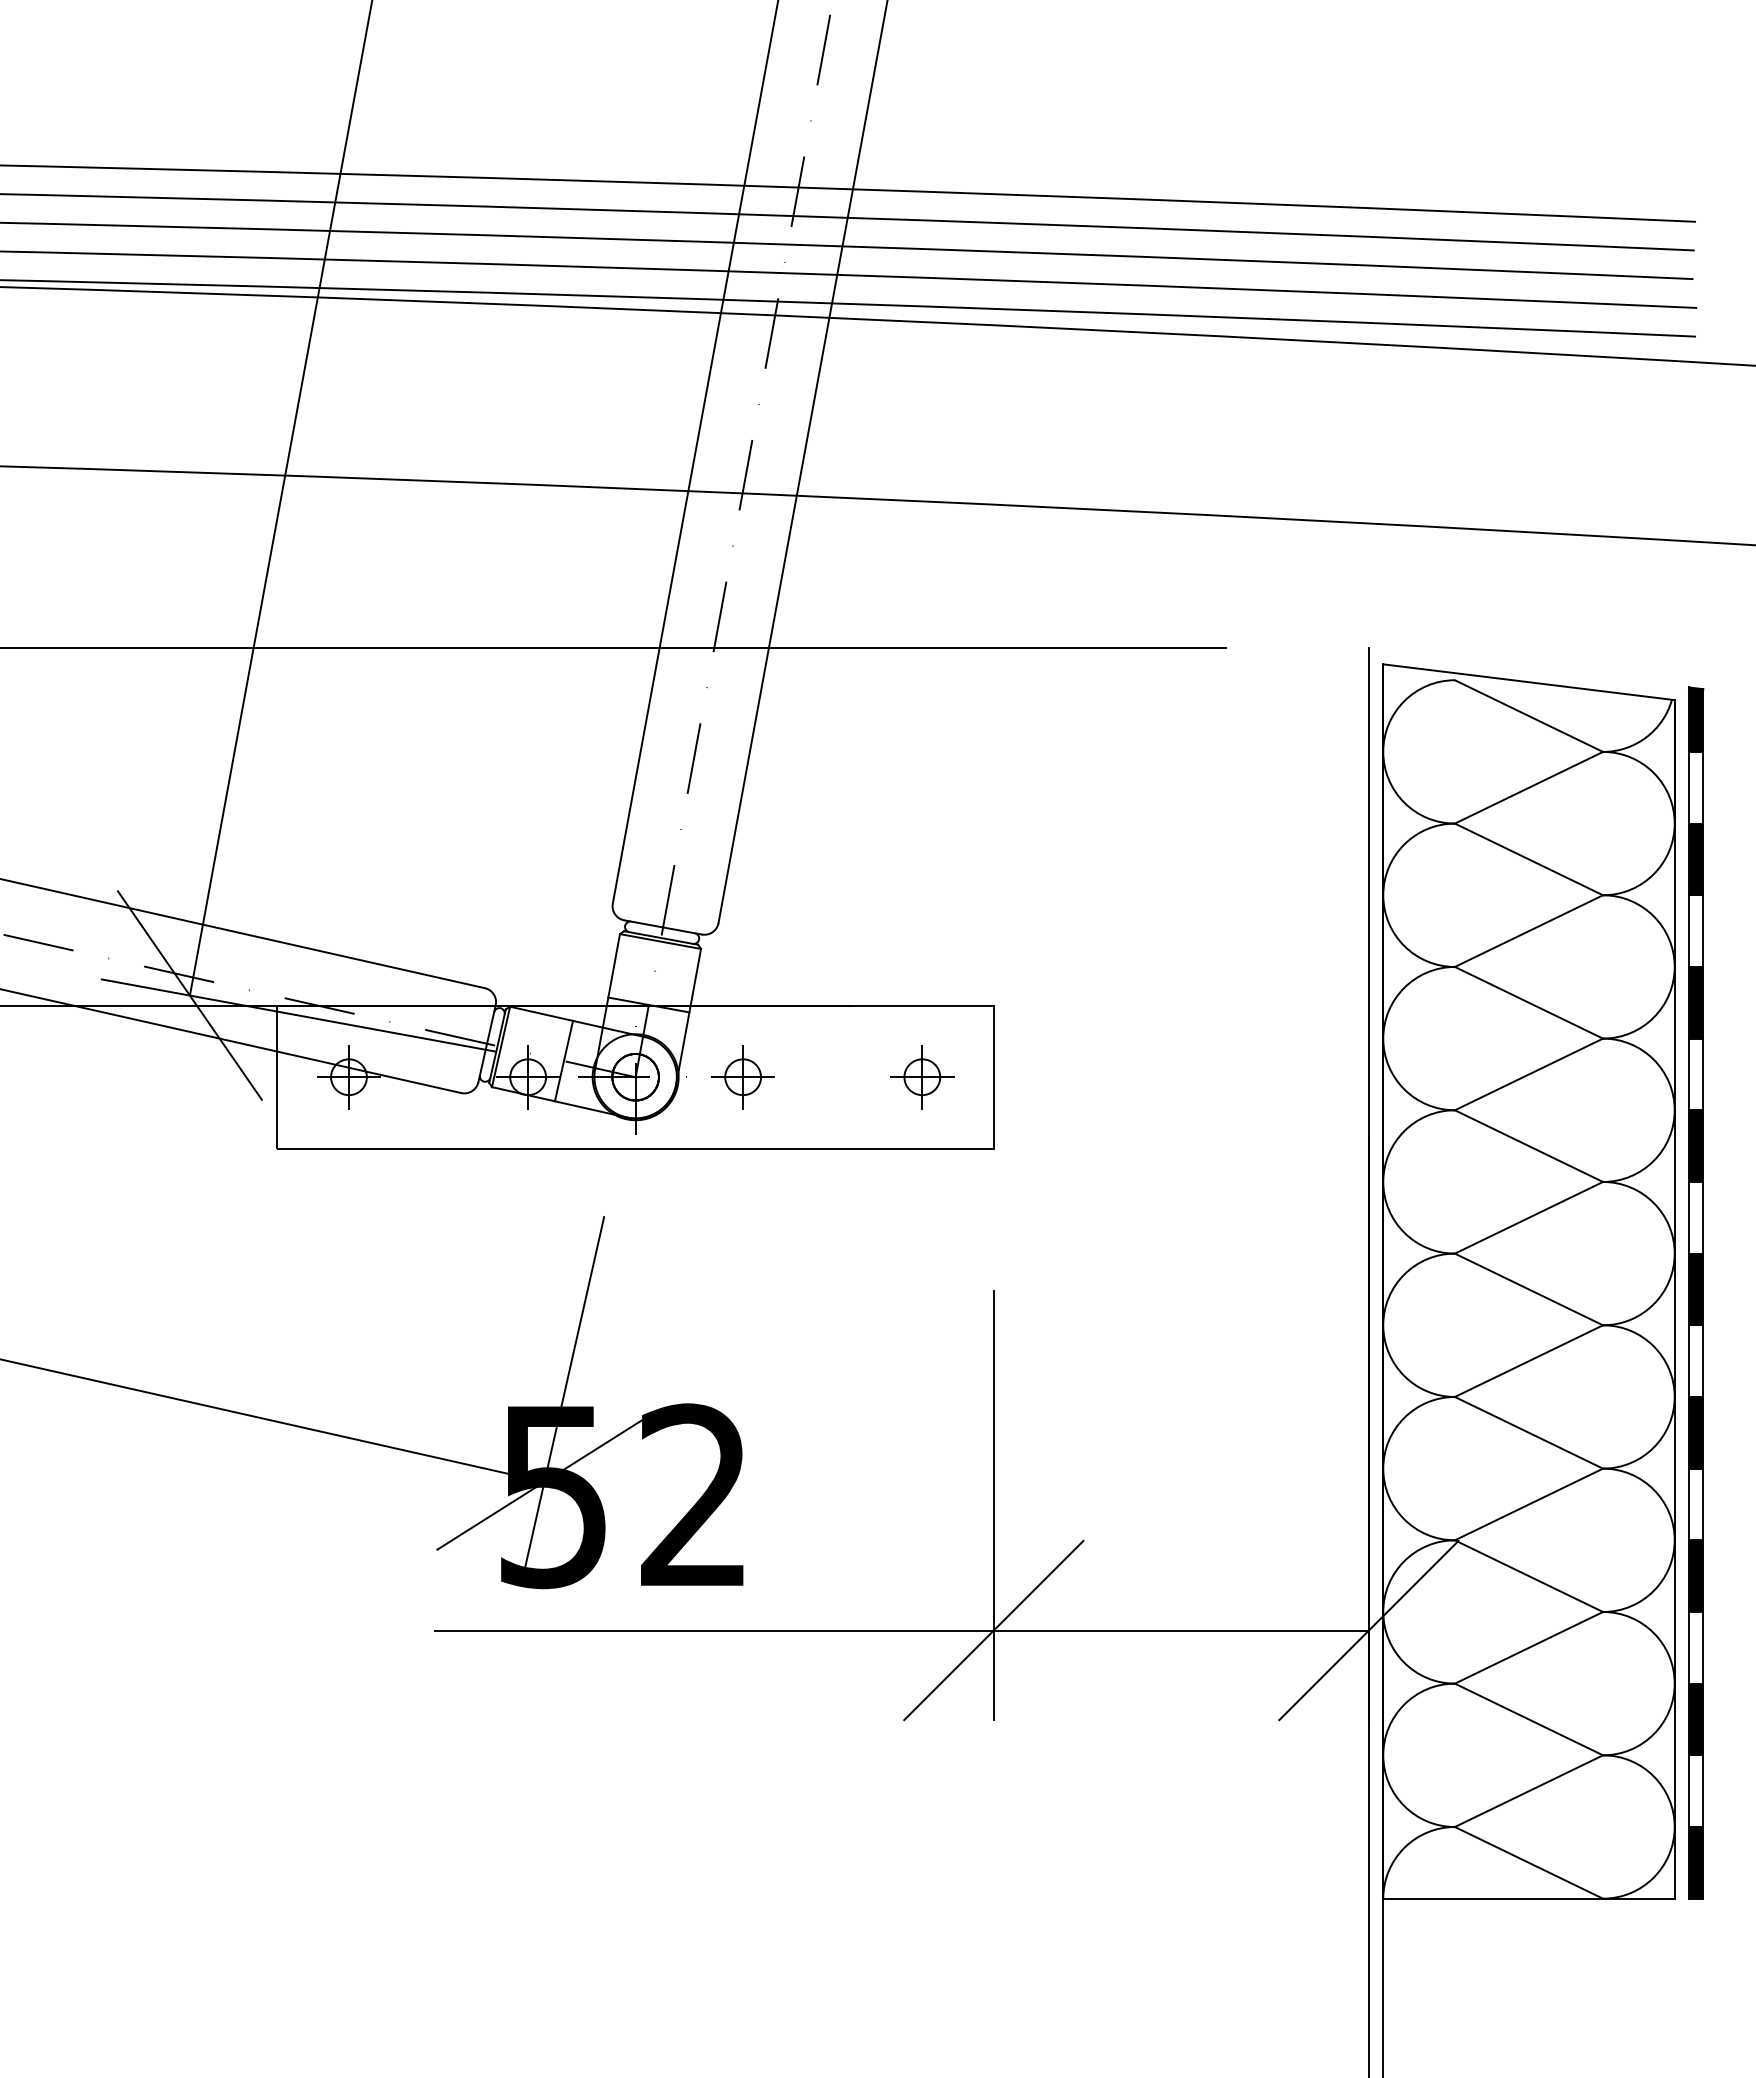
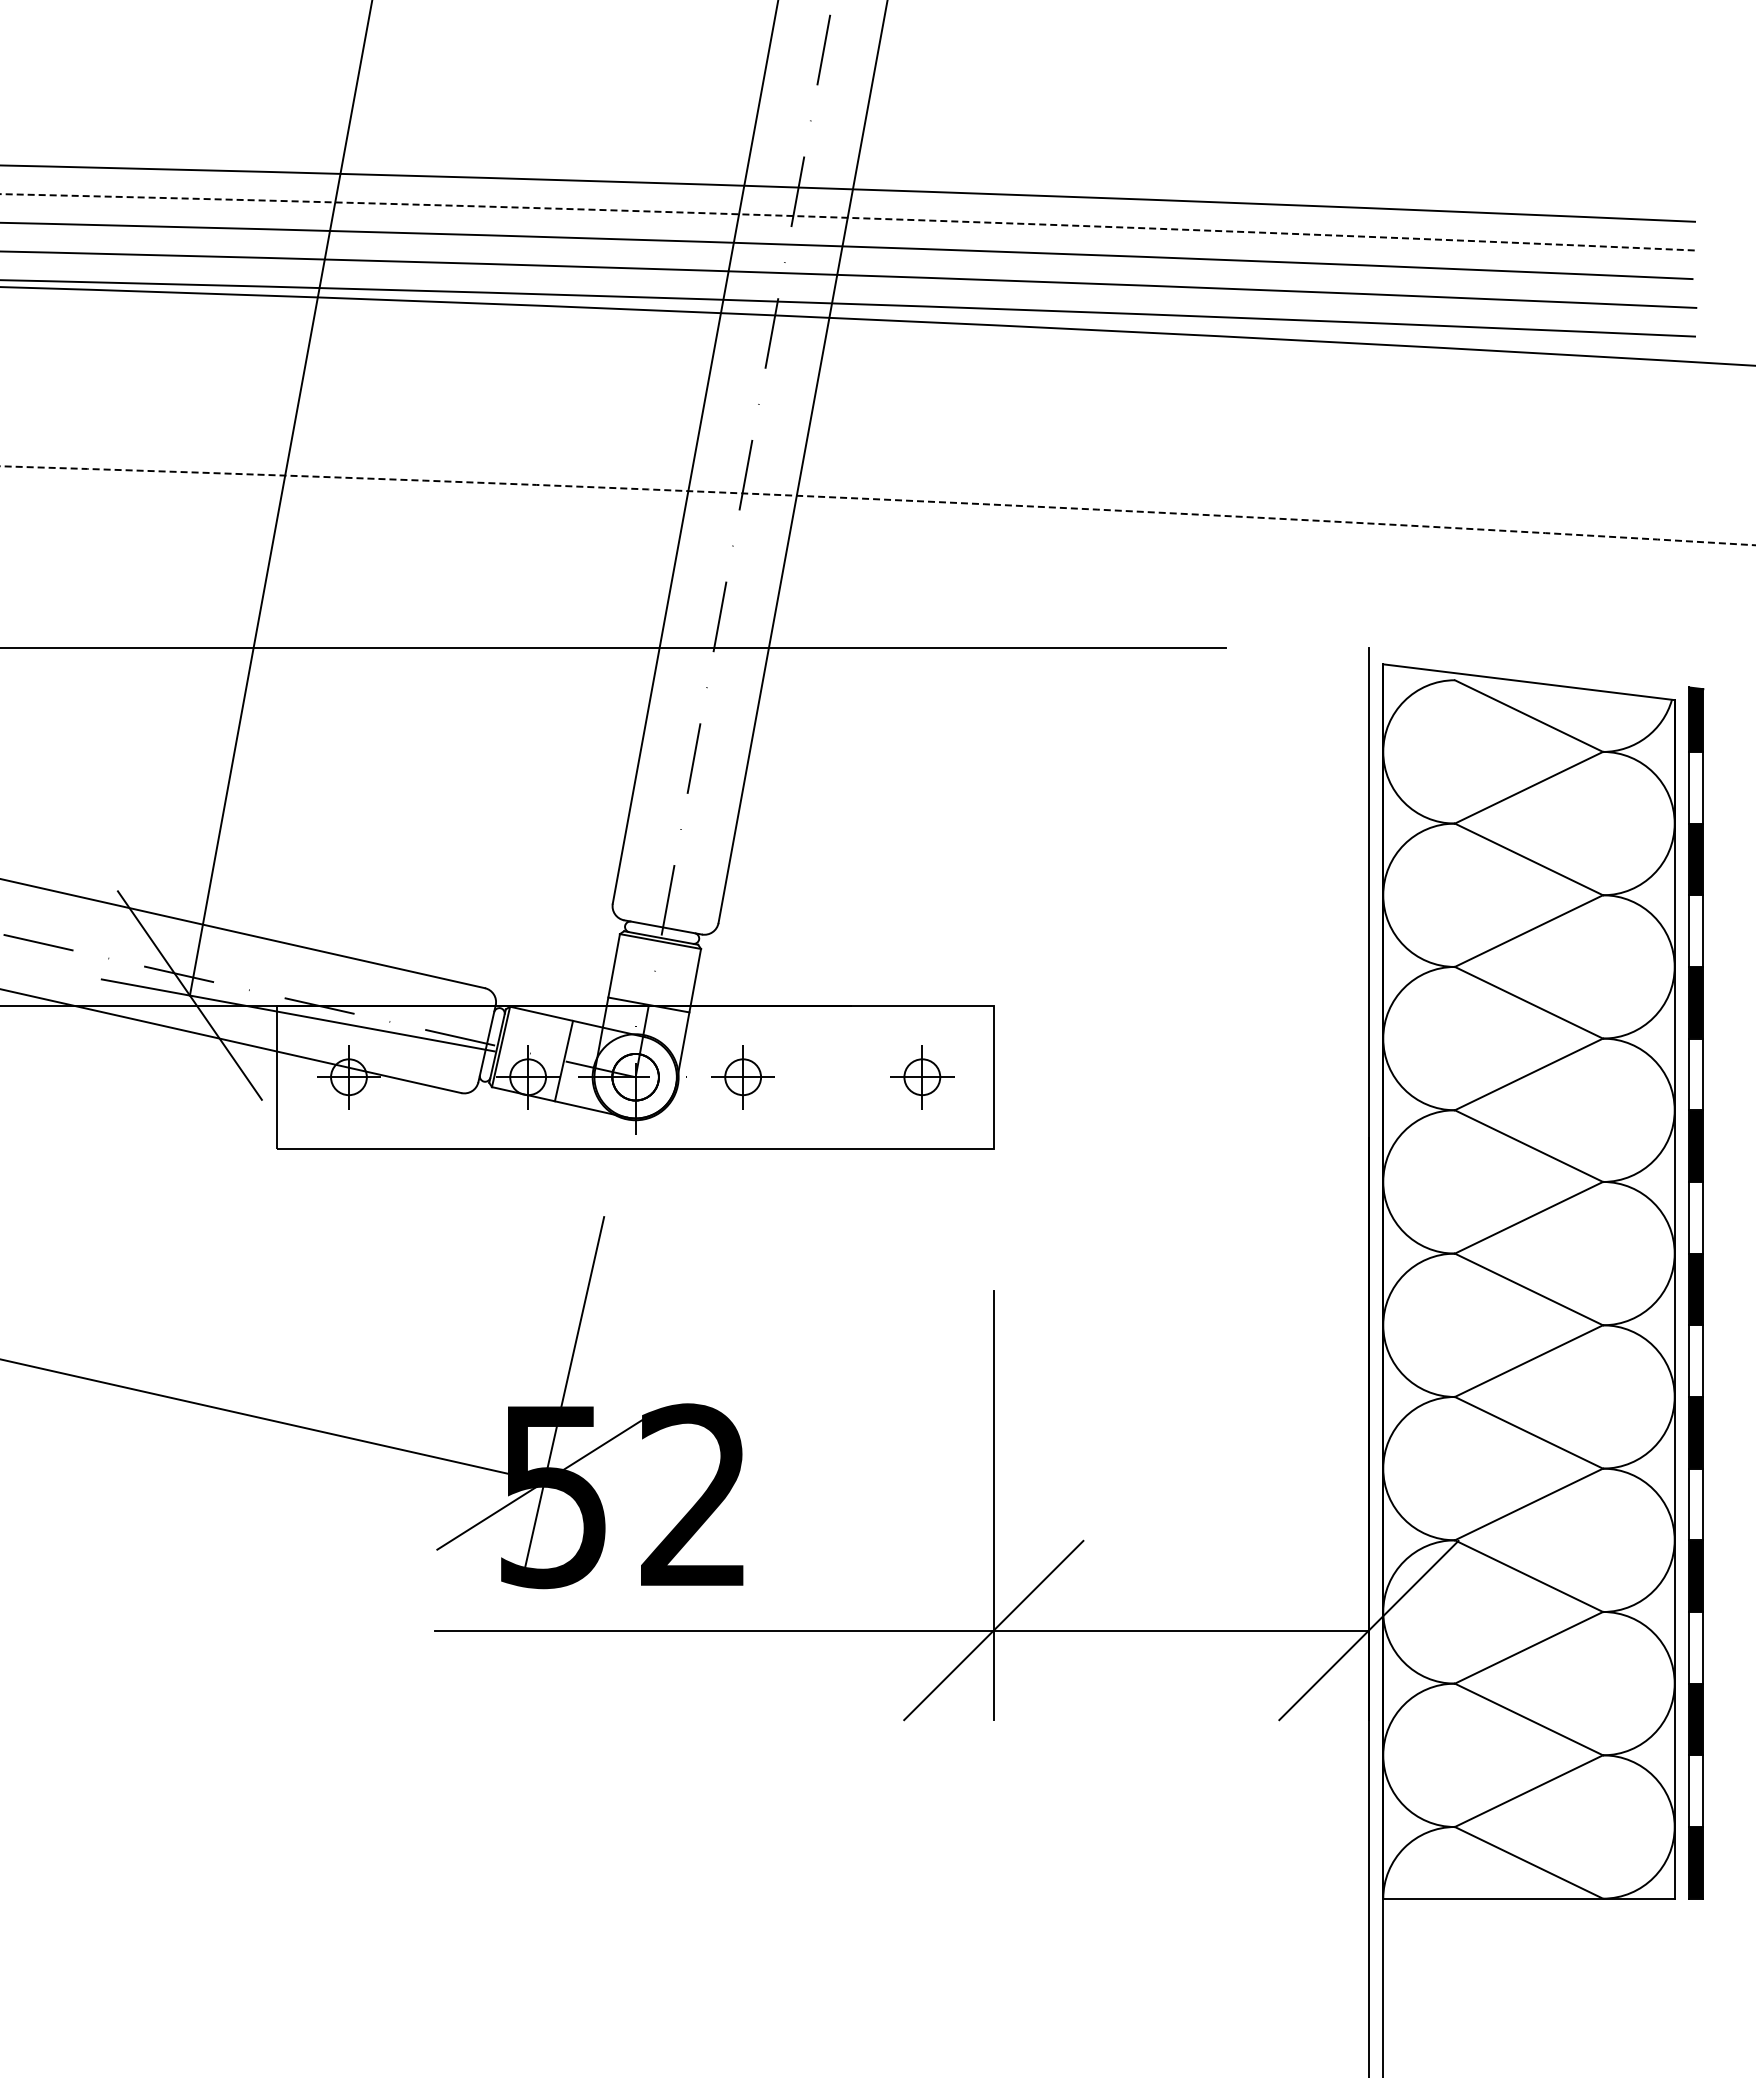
arc at (847, 217): solid -> dashed
arc at (877, 499): solid -> dashed
